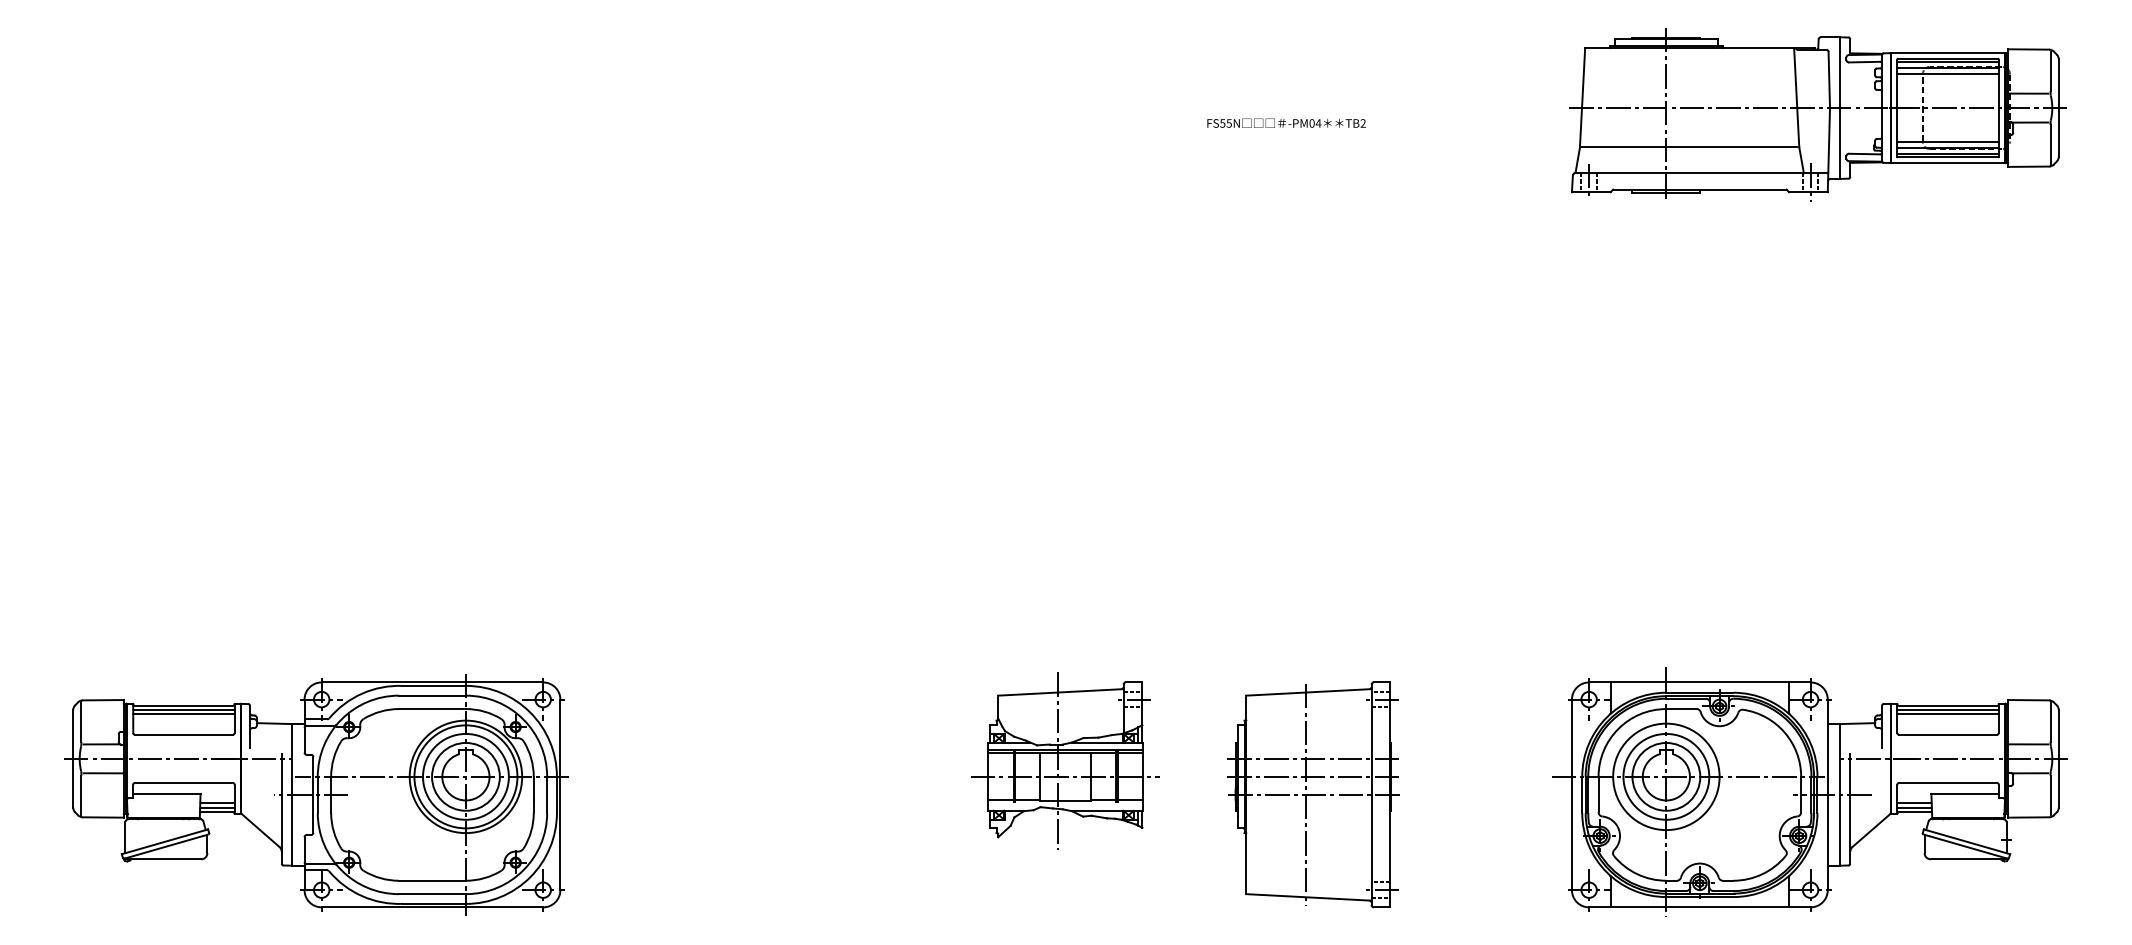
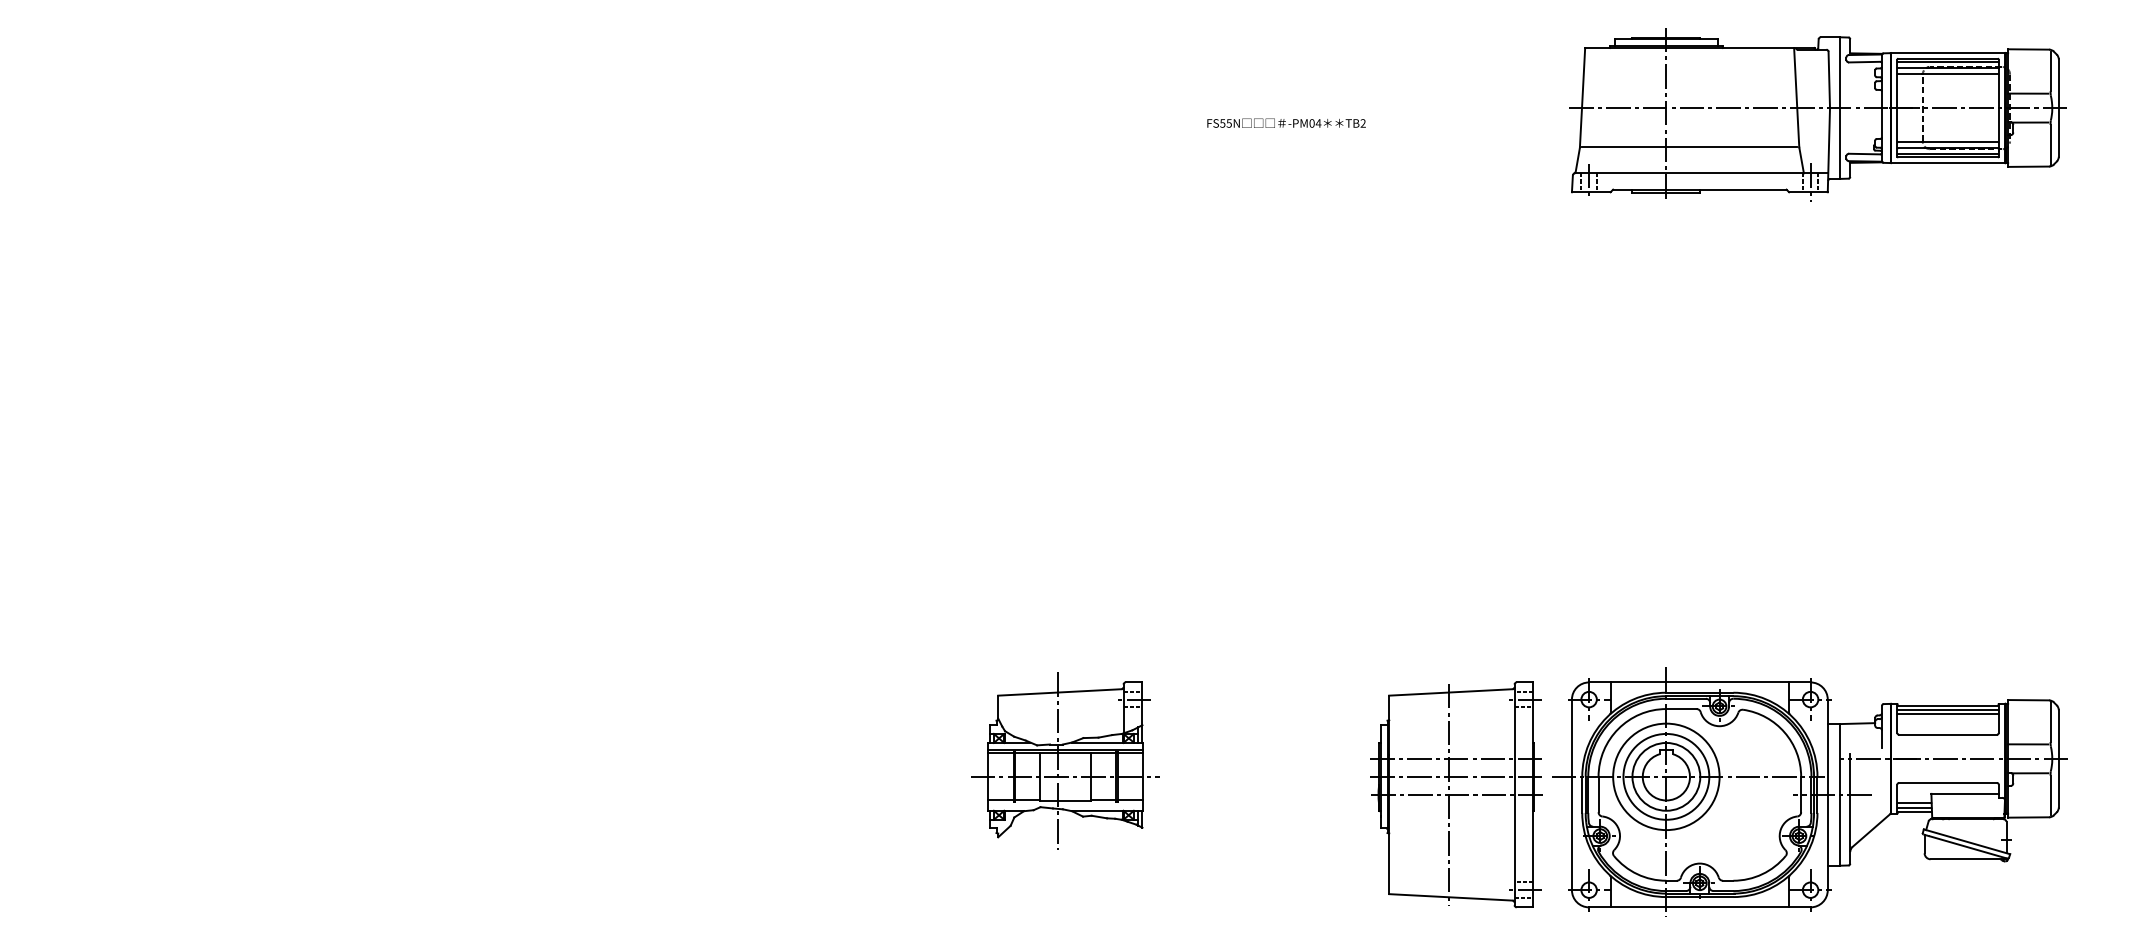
part at (316, 794): present -> none
part at (1313, 794) position: (1313, 794) -> (1456, 794)
